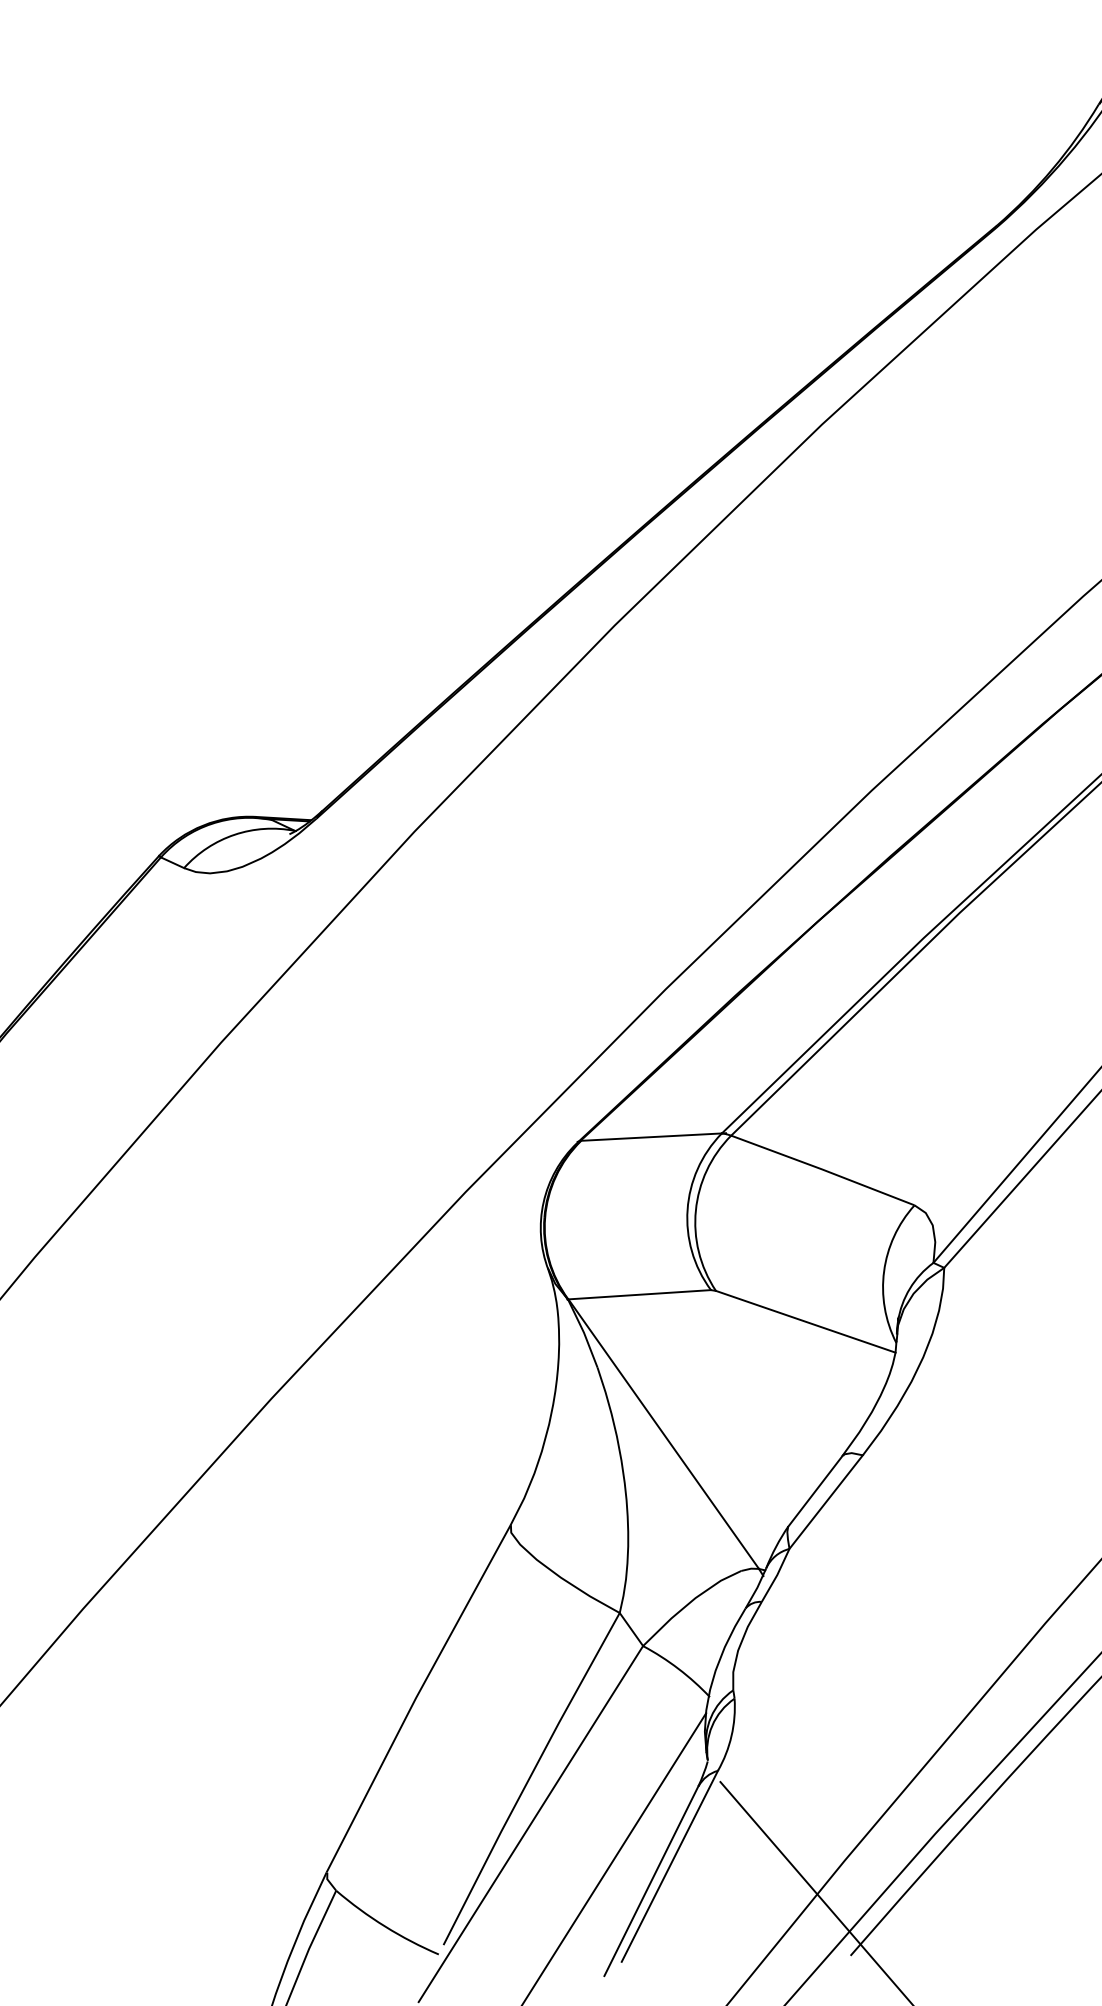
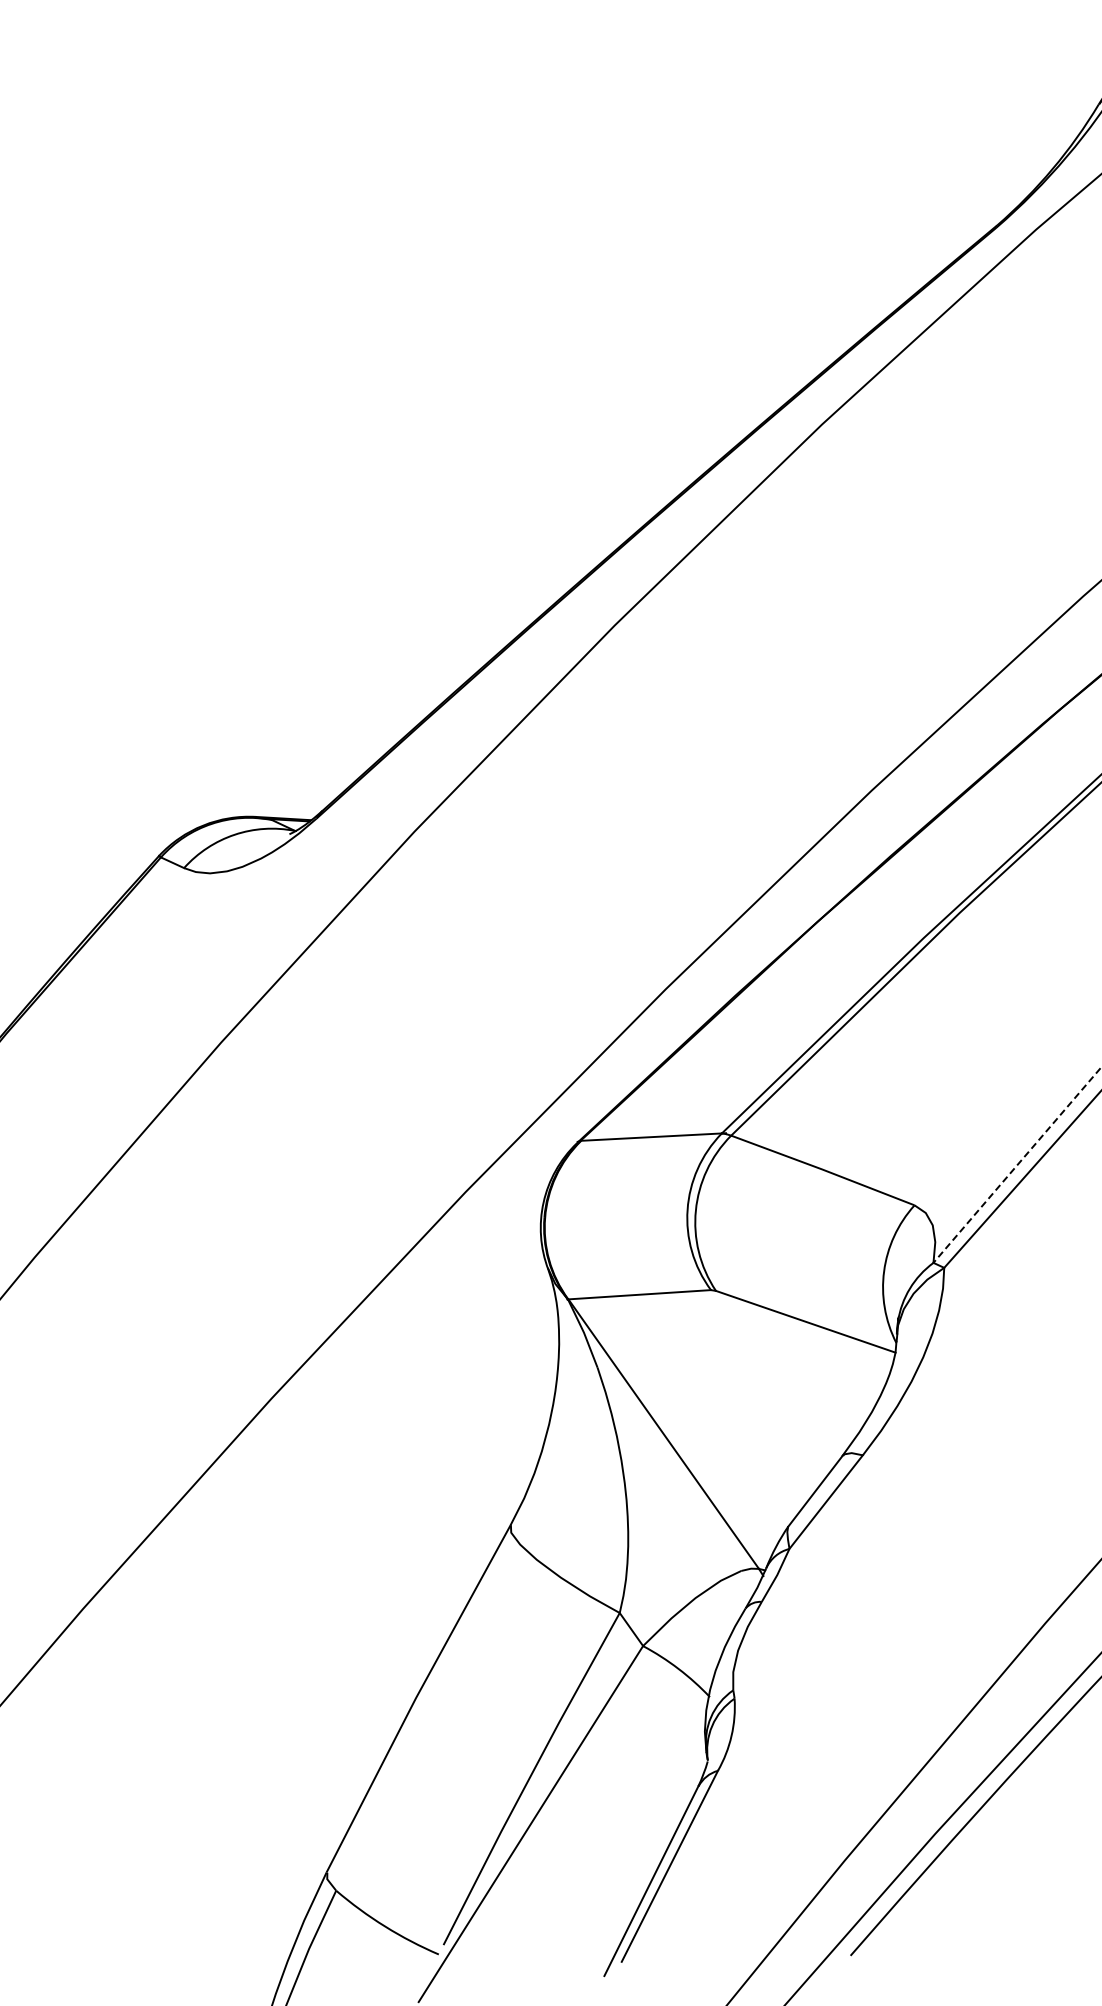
line at (1017, 1165): solid -> dashed
line at (614, 1857): present -> none
line at (815, 1892): present -> none
